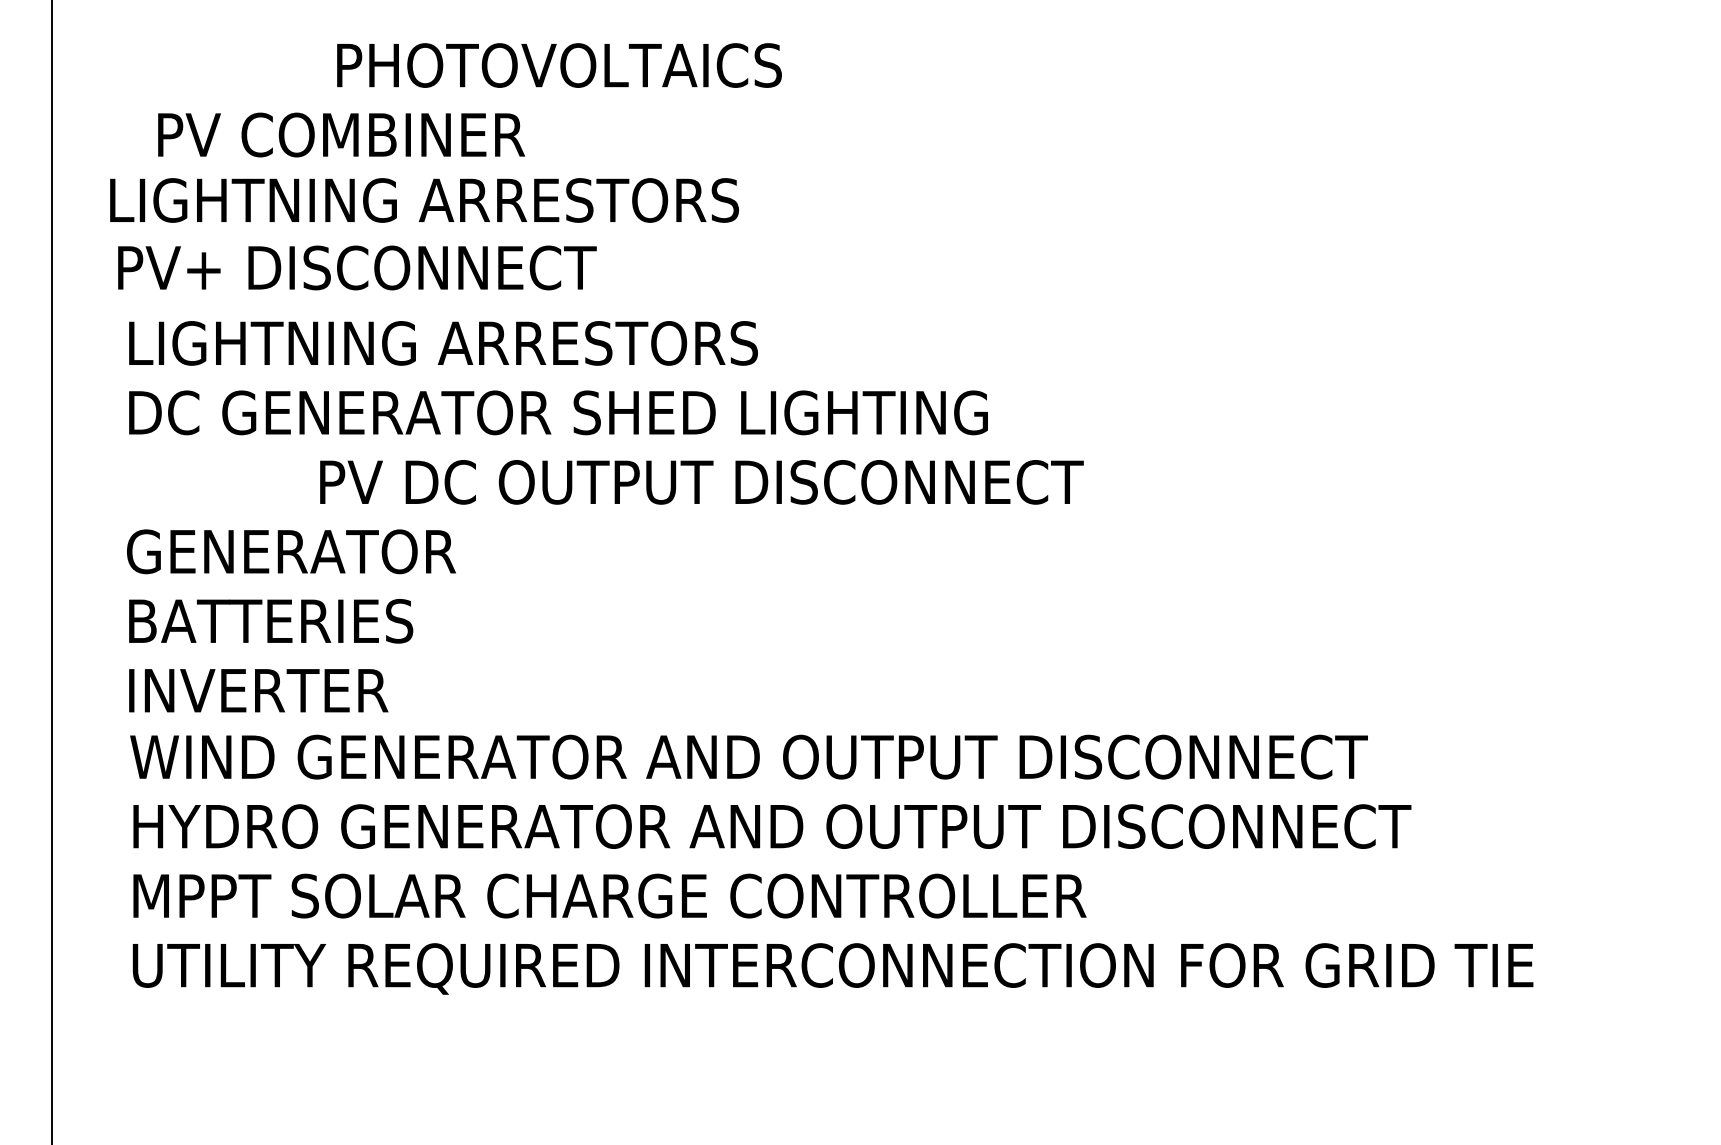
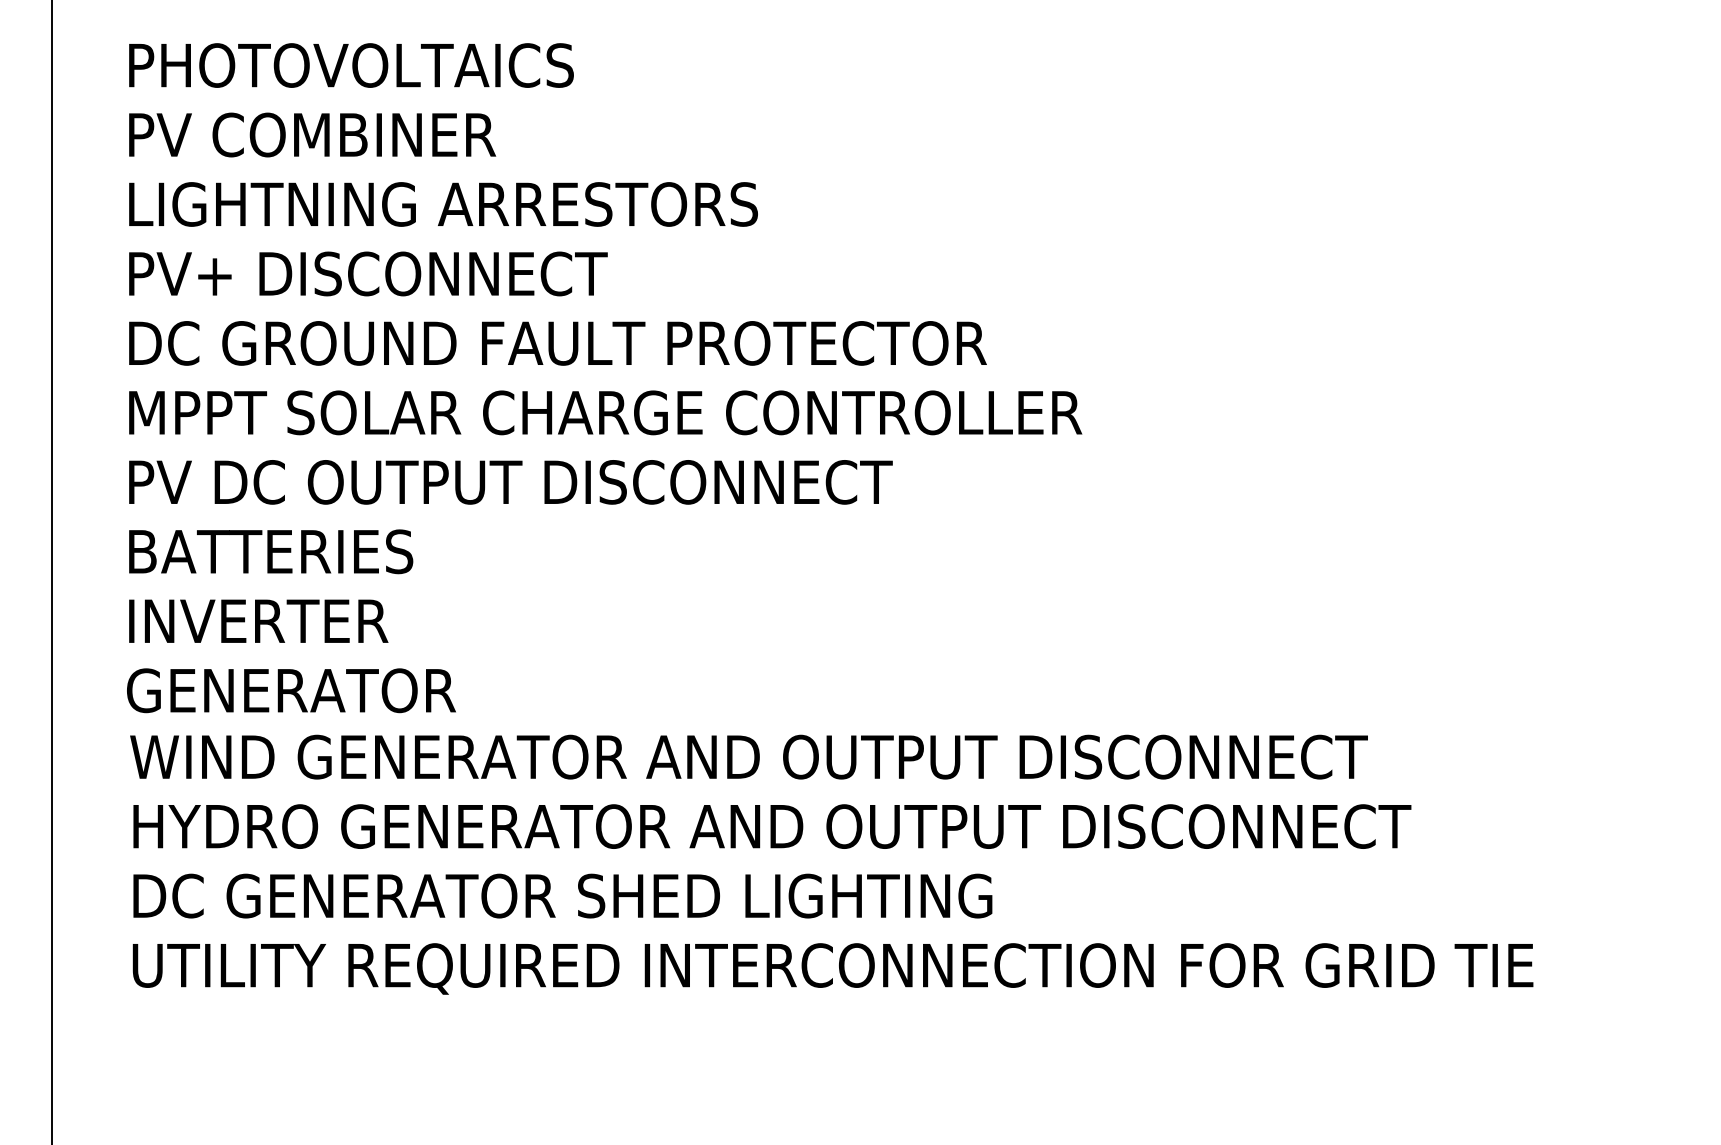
text at (559, 65) position: (559, 65) -> (351, 65)
text at (341, 134) position: (341, 134) -> (312, 134)
text at (424, 200) position: (424, 200) -> (443, 204)
text at (357, 267) position: (357, 267) -> (368, 273)
text at (560, 343): LIGHTNING ARRESTORS -> DC GROUND FAULT PROTECTOR
text at (608, 412): DC GENERATOR SHED LIGHTING -> MPPT SOLAR CHARGE CONTROLLER
text at (701, 482) position: (701, 482) -> (510, 482)
text at (291, 551): GENERATOR -> BATTERIES
text at (273, 620): BATTERIES -> INVERTER
text at (291, 690): INVERTER -> GENERATOR
text at (612, 895): MPPT SOLAR CHARGE CONTROLLER -> DC GENERATOR SHED LIGHTING
